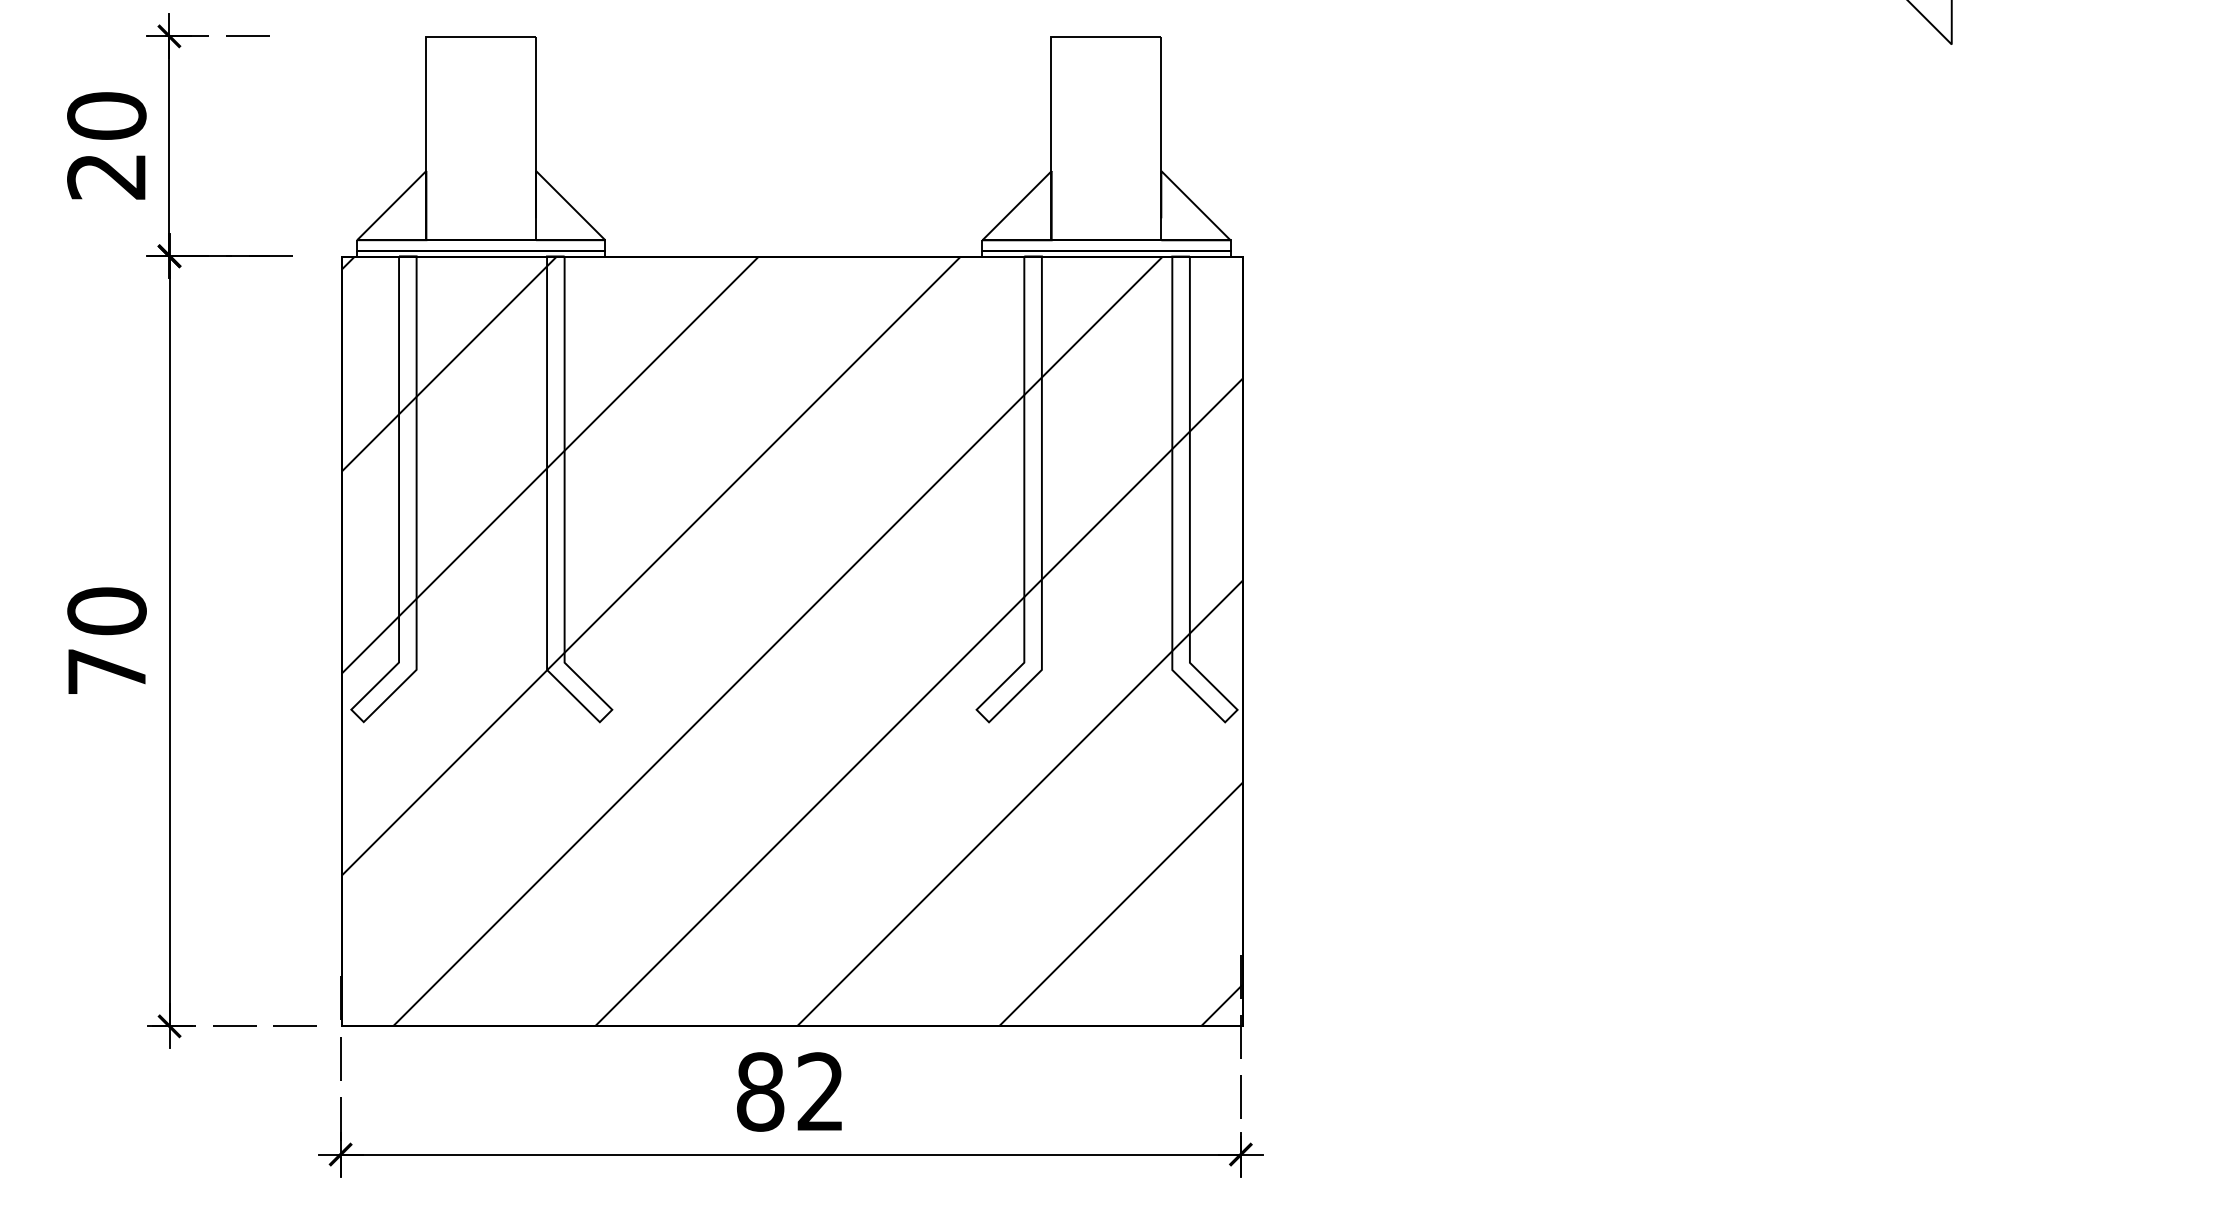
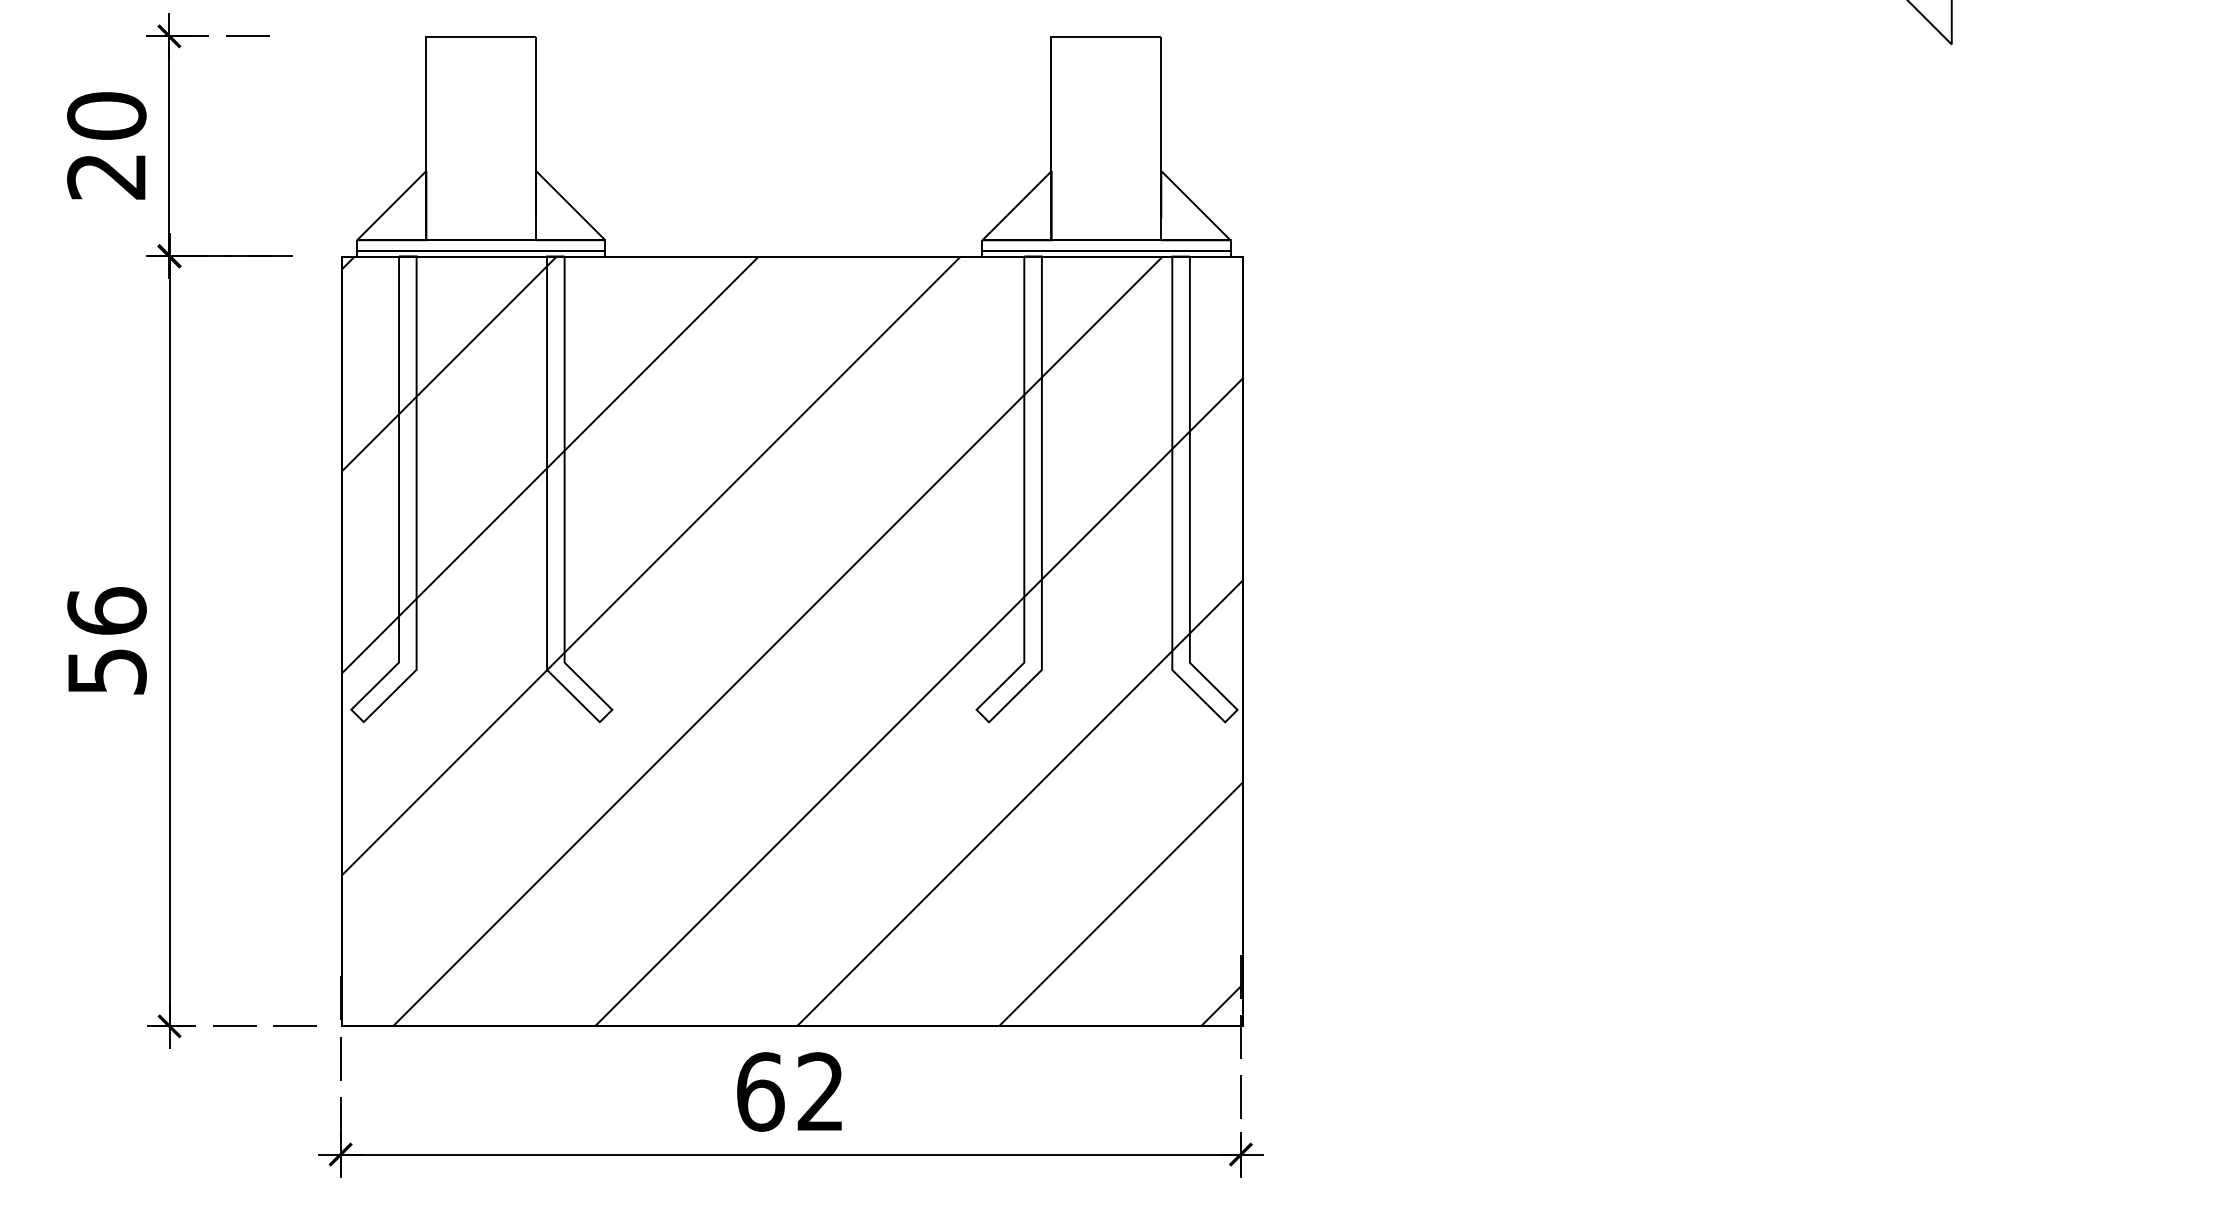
text at (106, 640): 70 -> 56
text at (760, 1091): 82 -> 62
